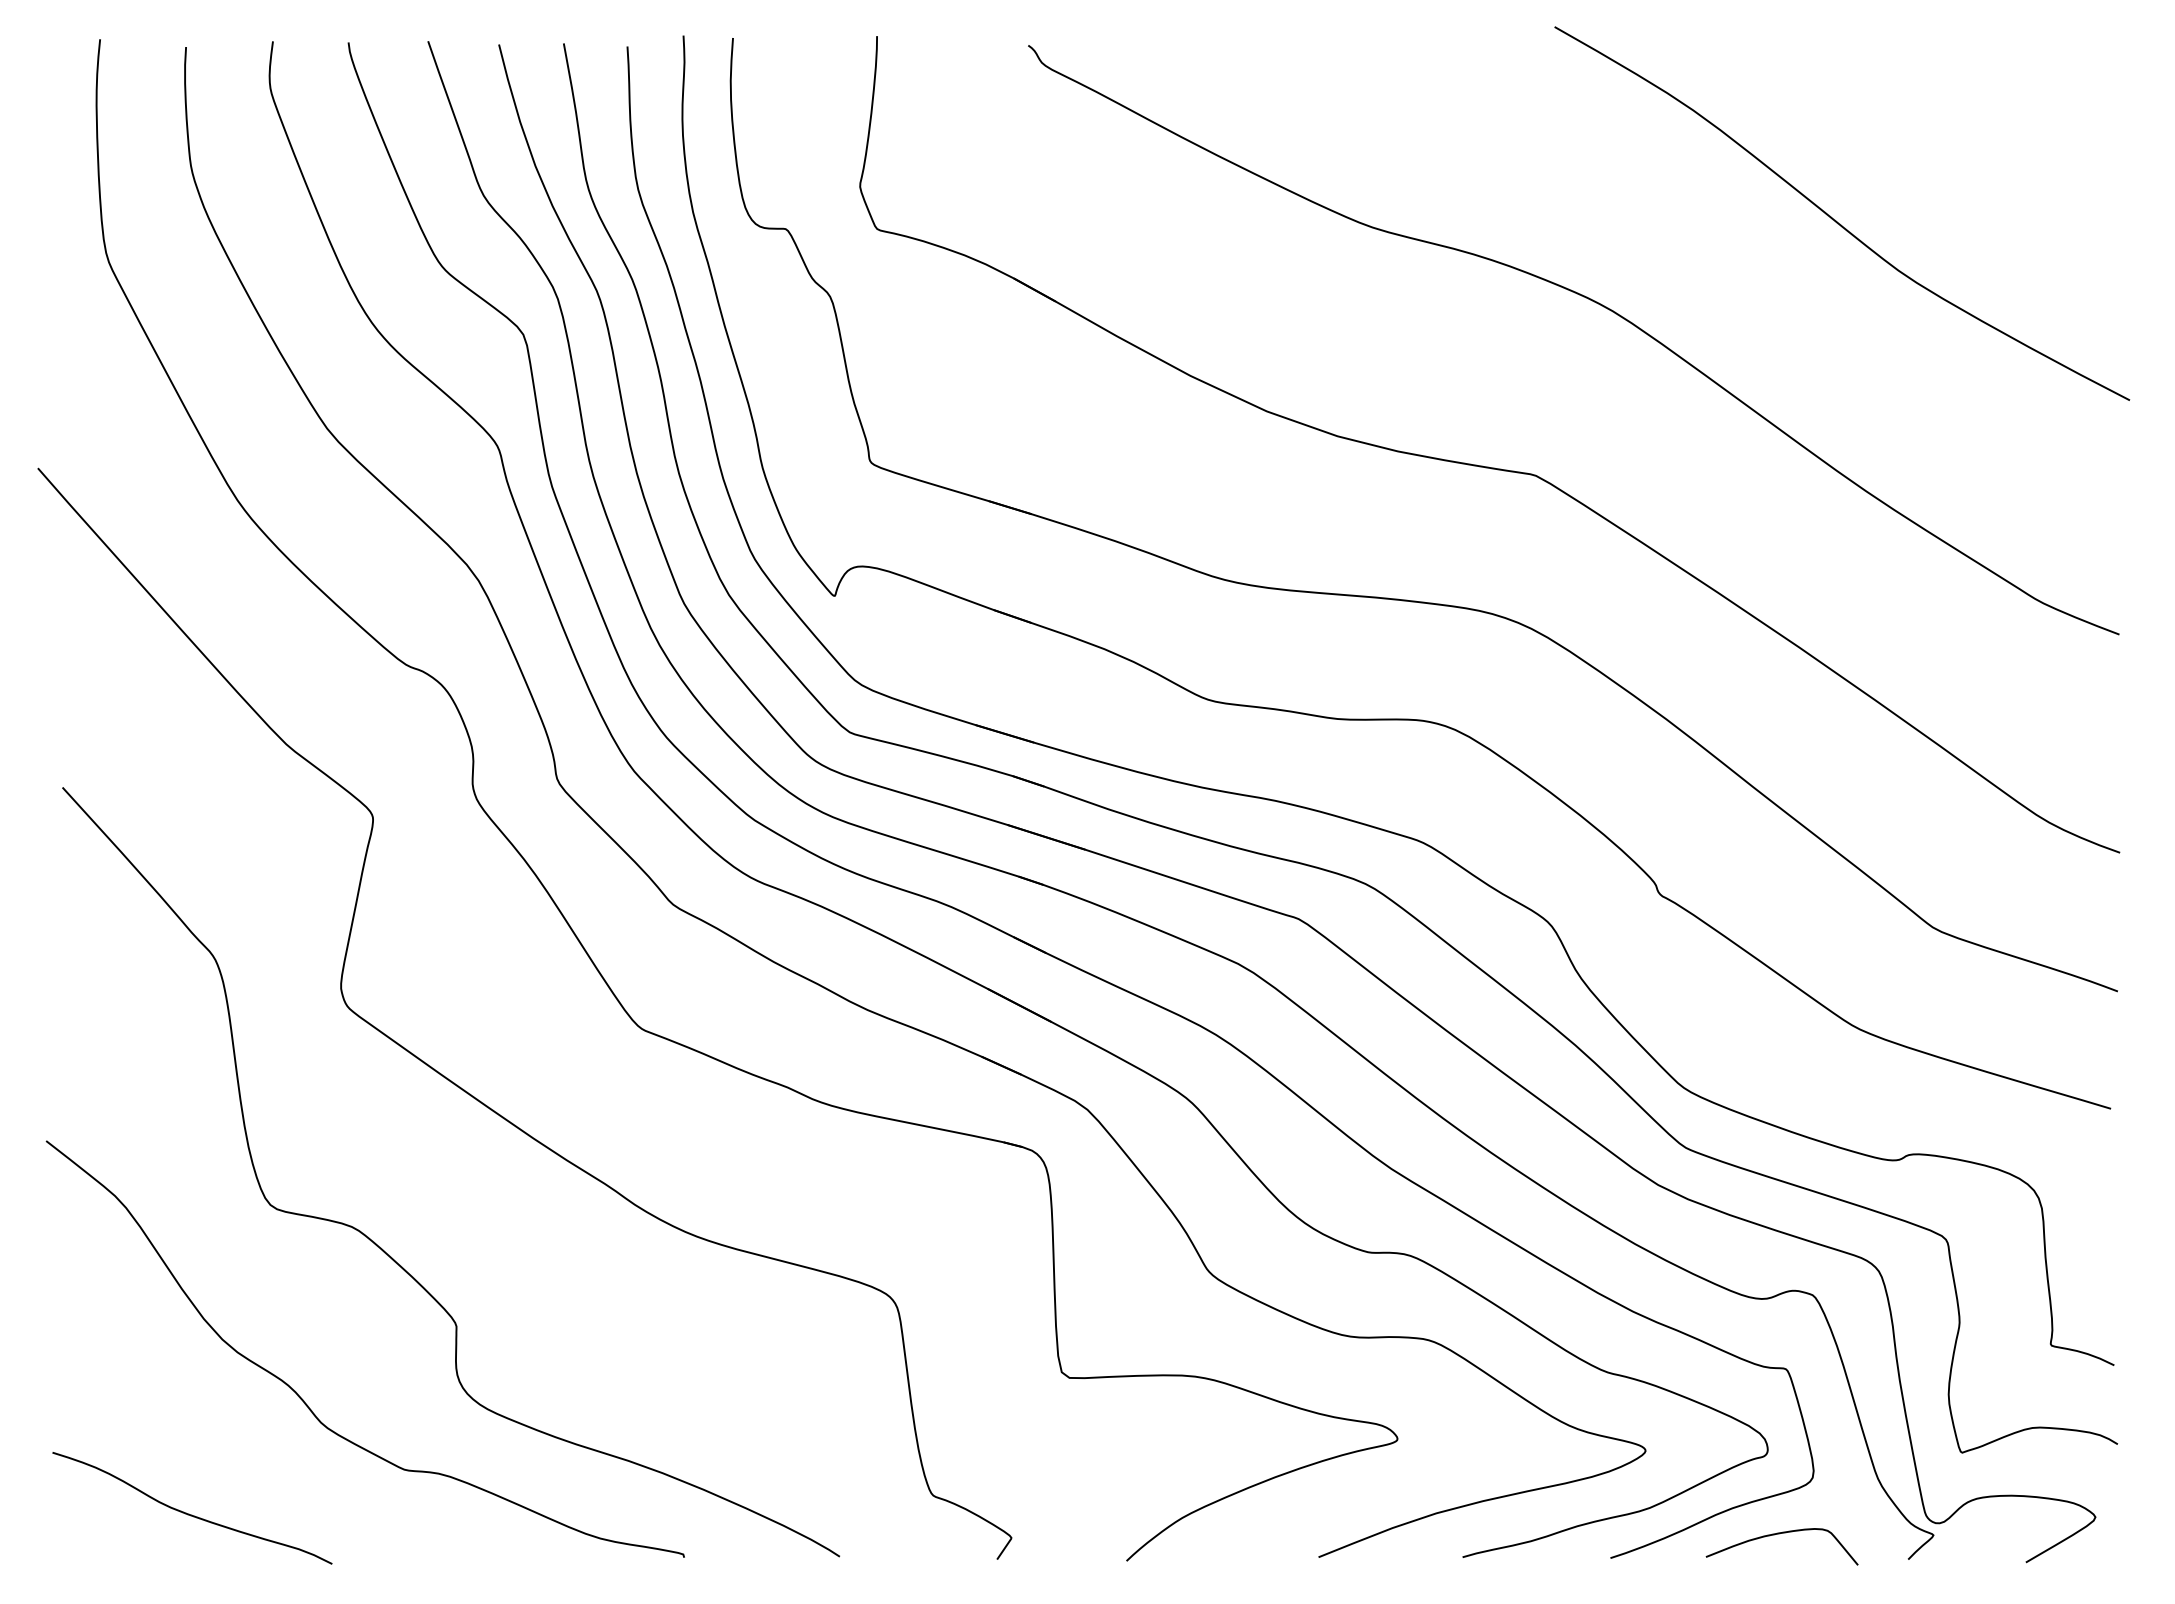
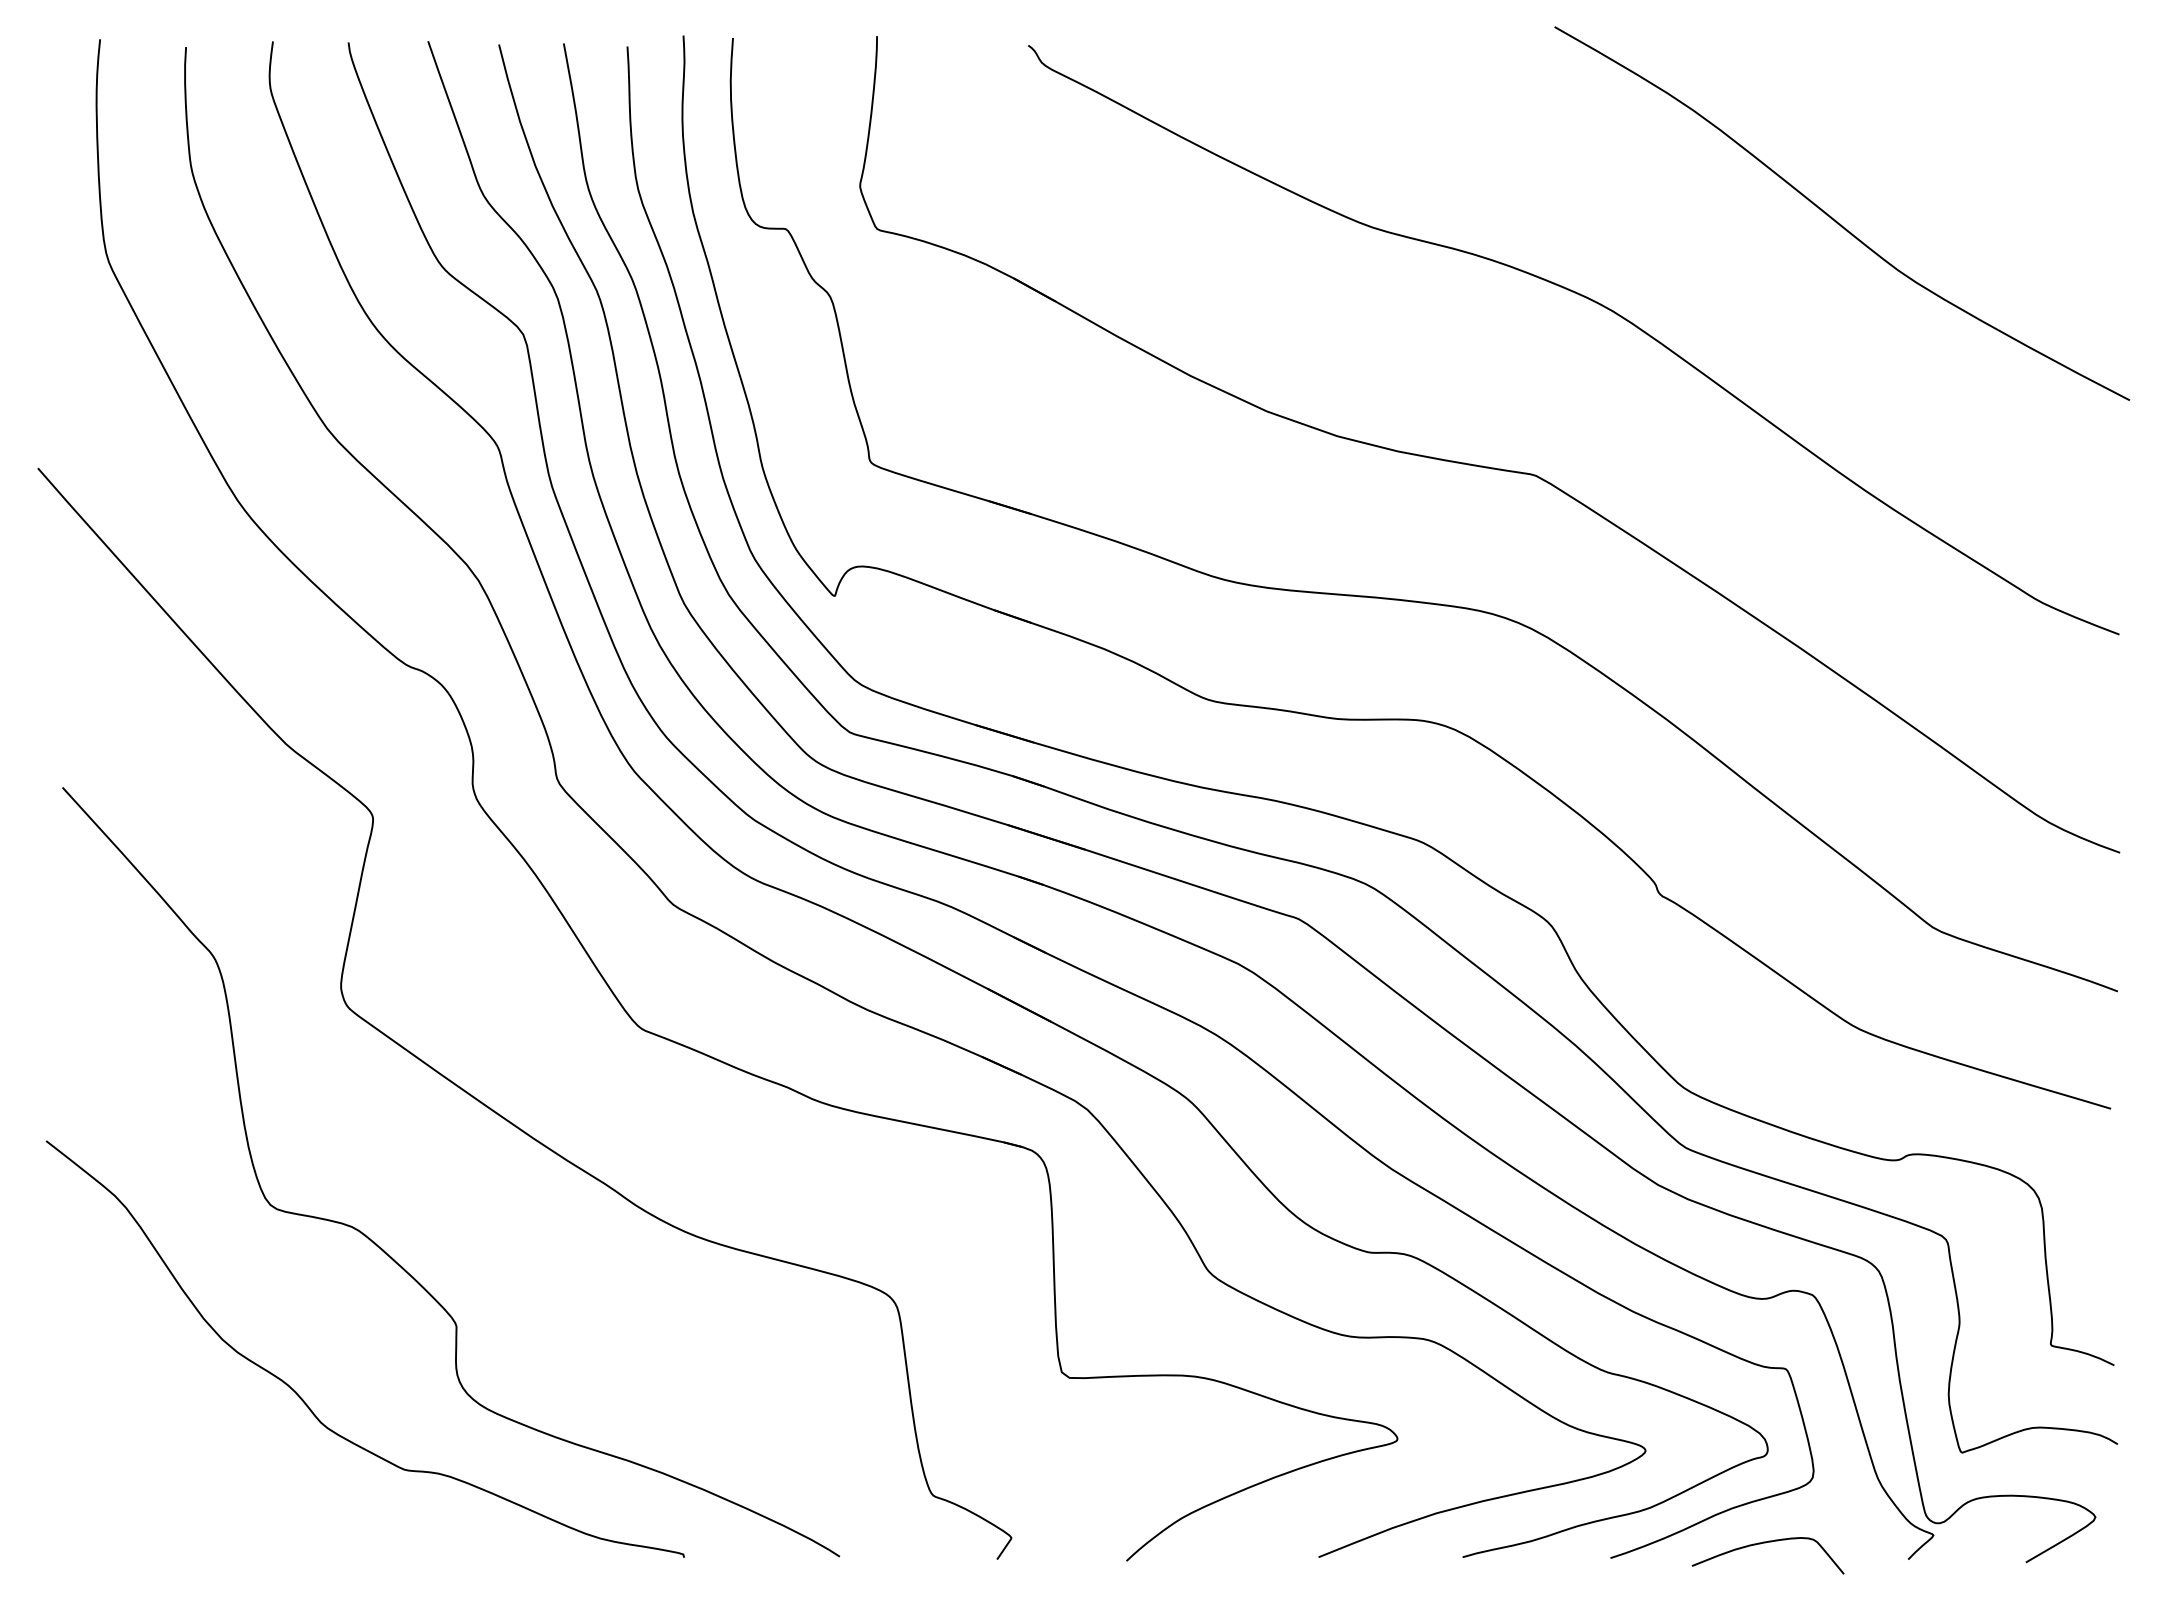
curve at (189, 1513): present -> none
curve at (1779, 1534) position: (1779, 1534) -> (1765, 1543)
